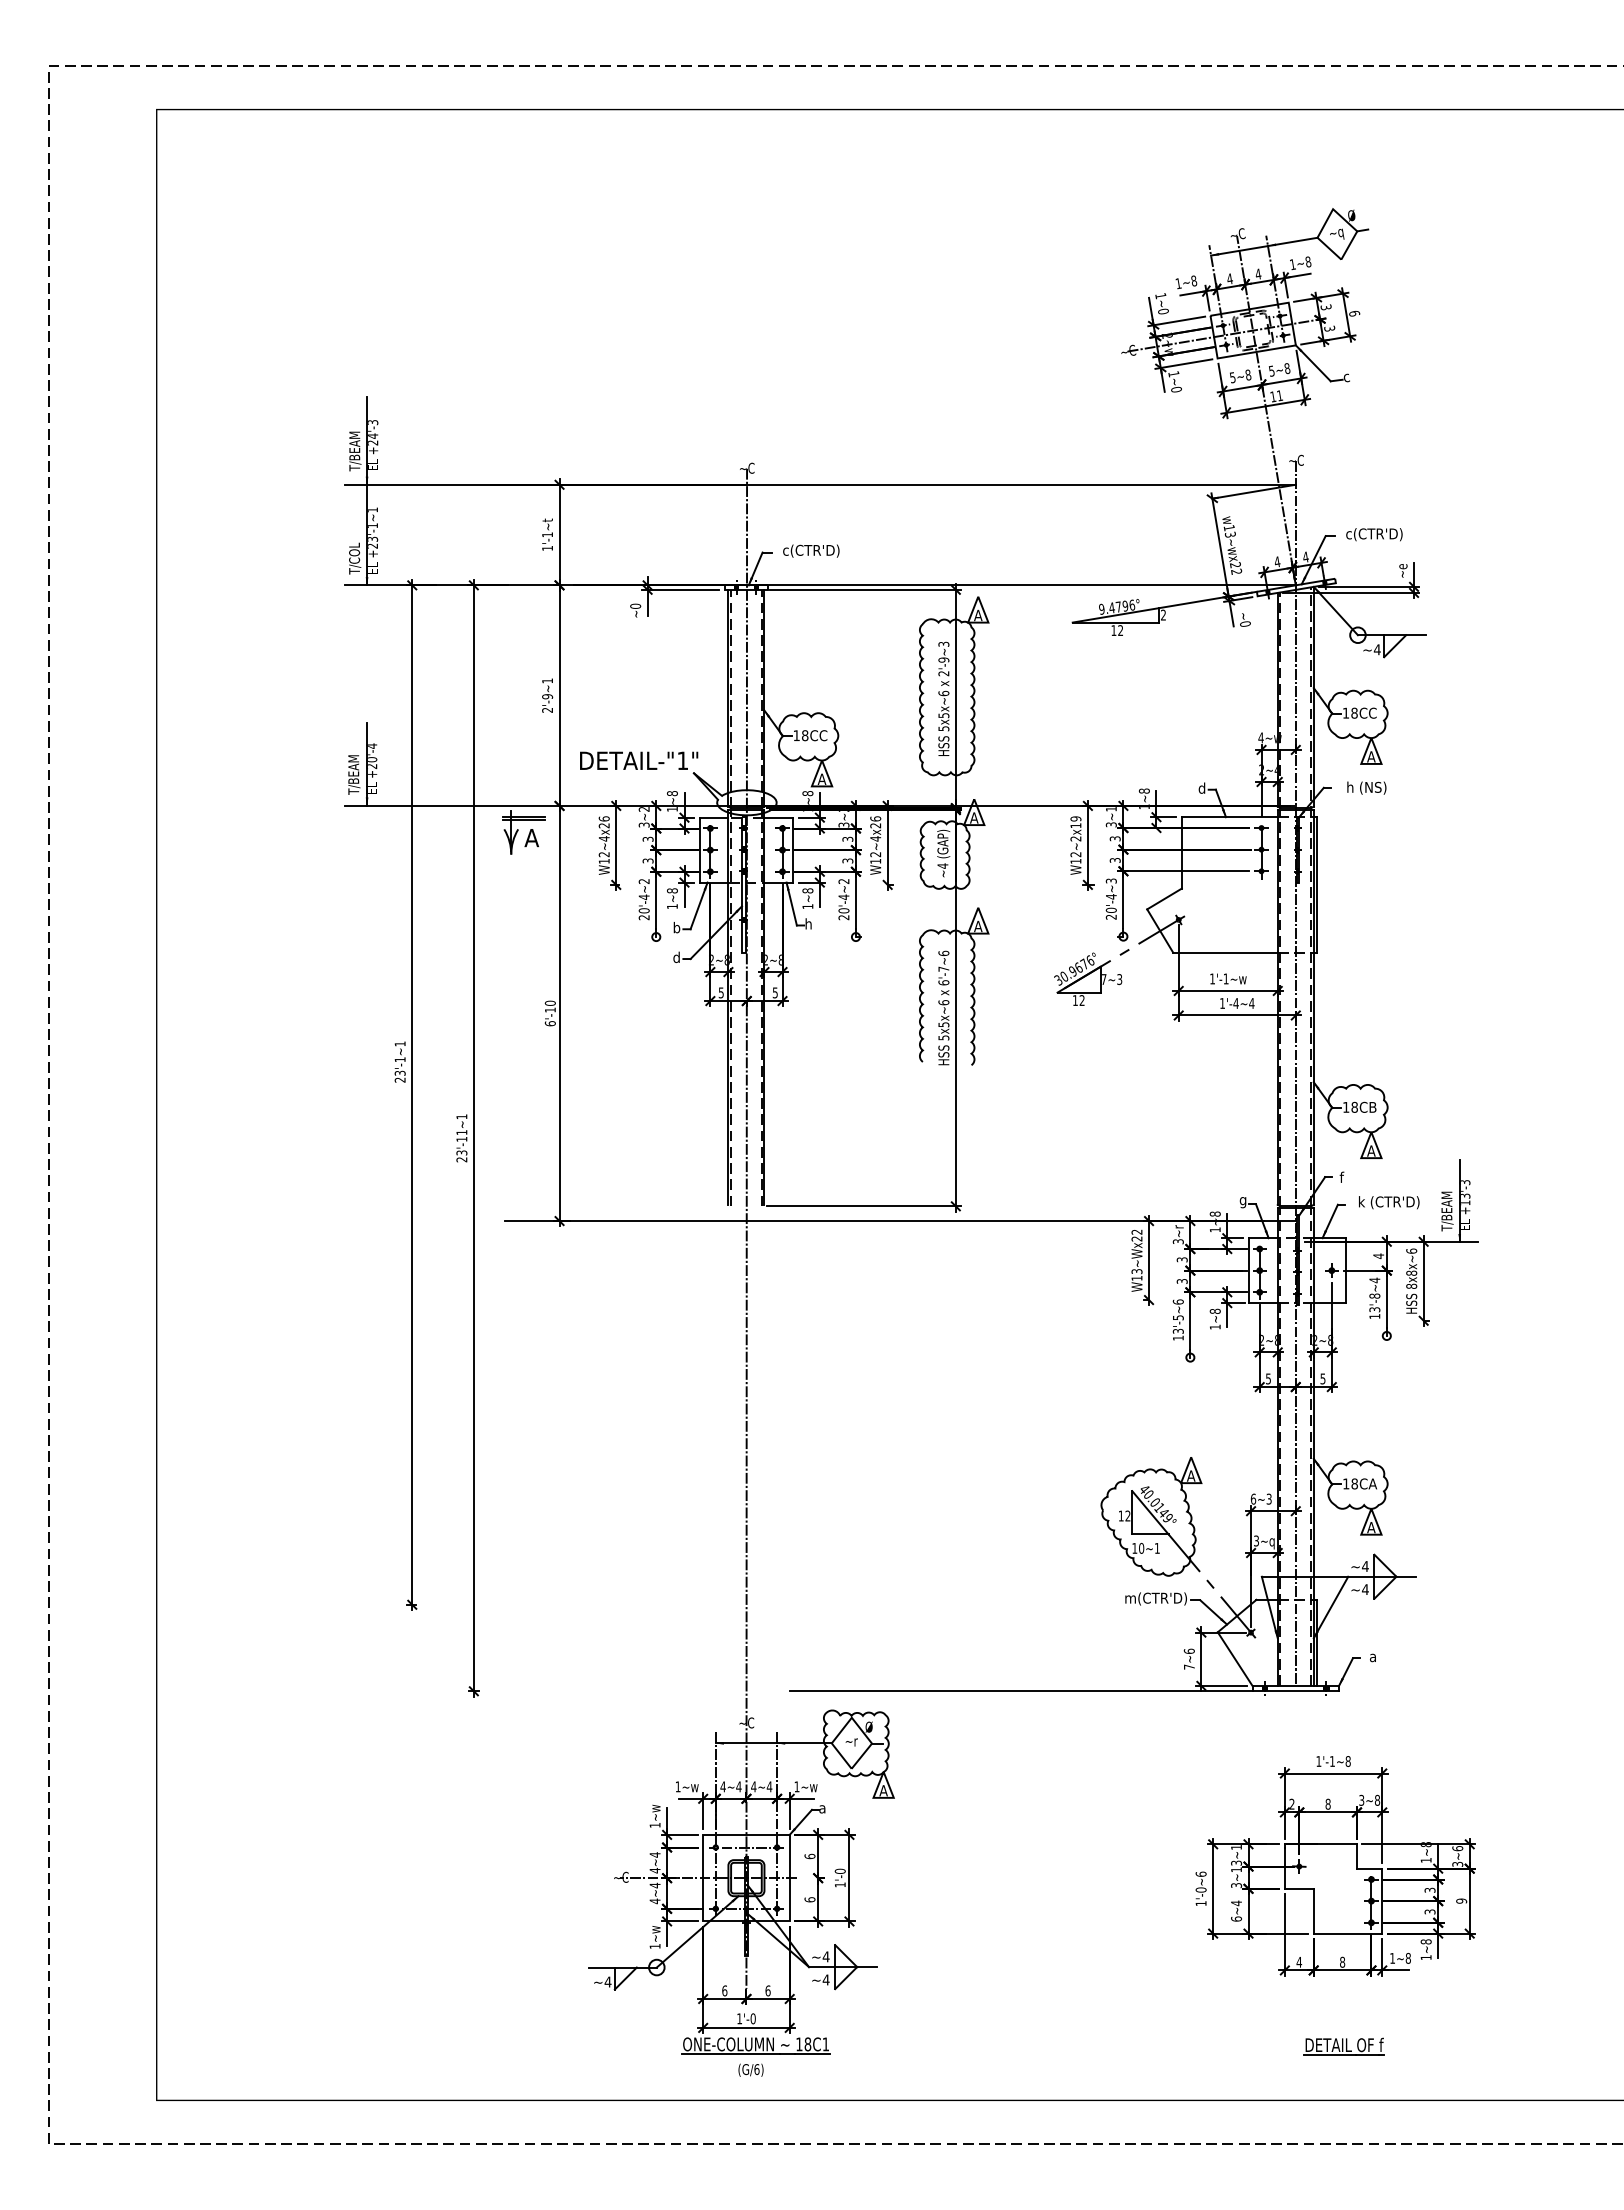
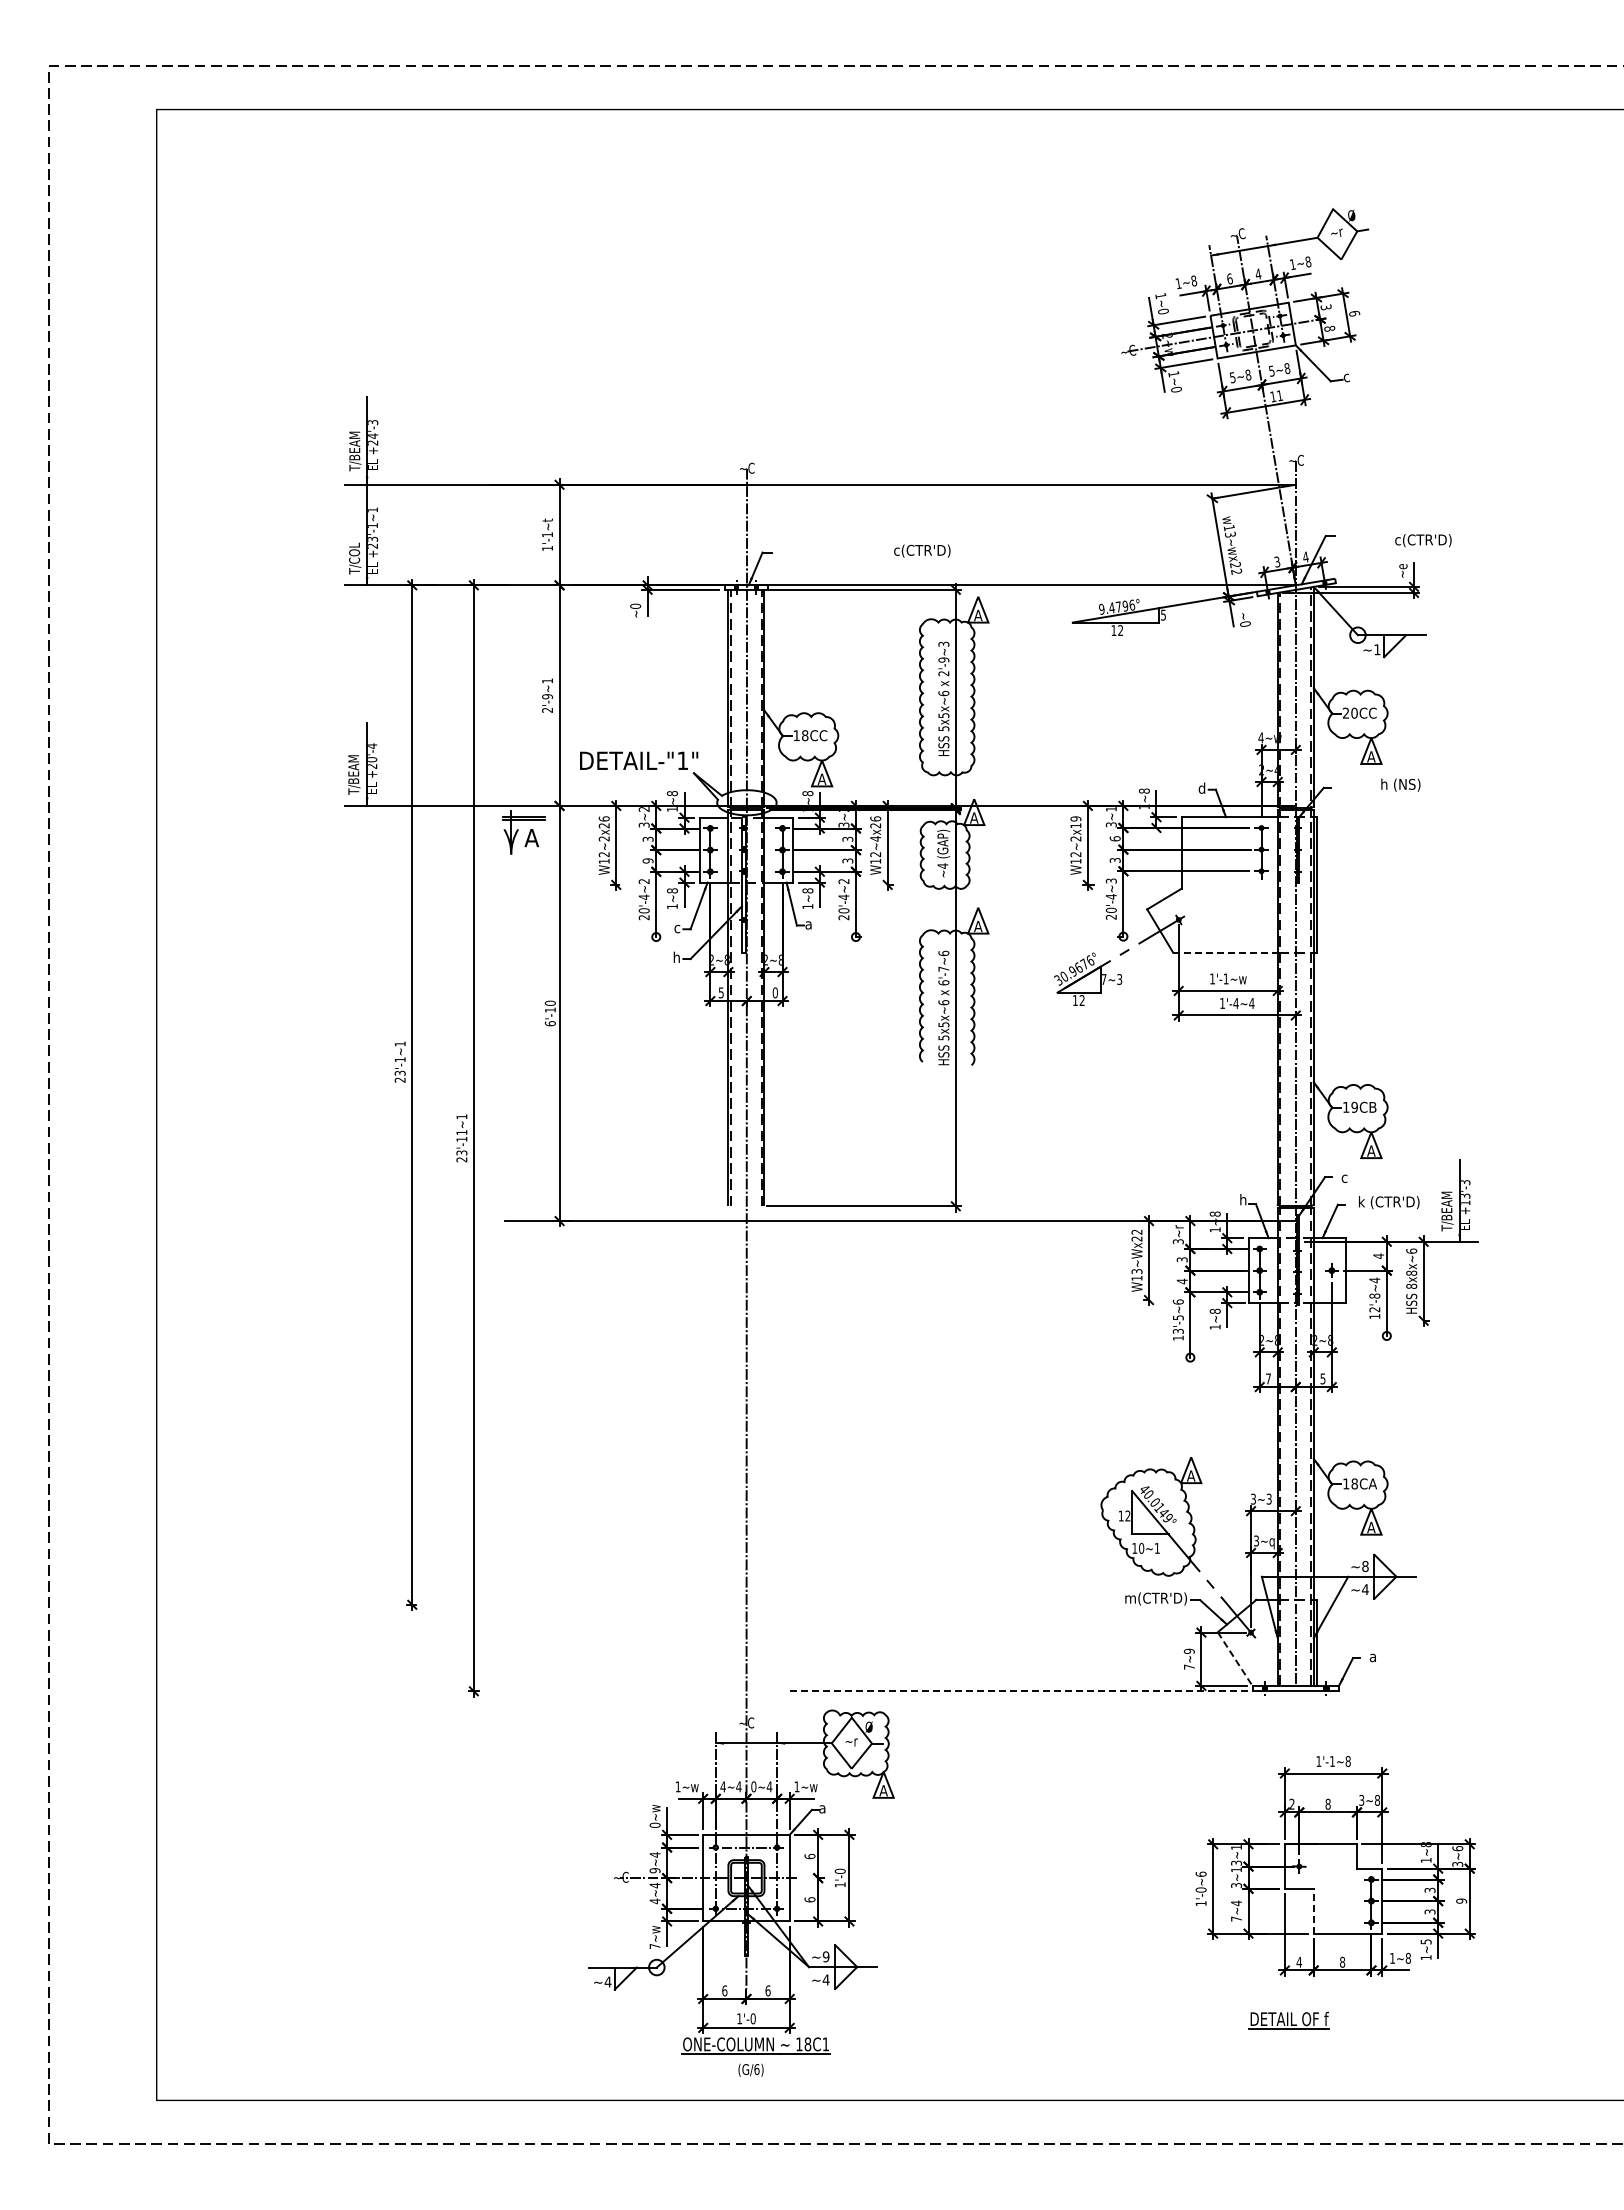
text at (1337, 233): ~q -> ~r
text at (1229, 278): 4 -> 6
text at (1329, 328): 3 -> 8
text at (1374, 534) position: (1374, 534) -> (1423, 540)
text at (811, 550) position: (811, 550) -> (922, 550)
text at (1277, 561): 4 -> 3
text at (1163, 614): 2 -> 5
text at (1376, 649): ~4 -> ~1
text at (1349, 712): 18CC -> 20CC
text at (1366, 787) position: (1366, 787) -> (1400, 784)
text at (603, 838): W12~4x26 -> W12~2x26
text at (1114, 838): 3 -> 6
text at (647, 860): 3 -> 9
text at (808, 923): h -> a
text at (676, 927): b -> c
line at (1225, 952): solid -> dashed
text at (676, 957): d -> h
text at (774, 992): 5 -> 0
text at (1354, 1107): 18CB -> 19CB
text at (1343, 1177): f -> c
text at (1242, 1201): g -> h
text at (1181, 1281): 3 -> 4
text at (1375, 1309): 13'-8~4 -> 12'-8~4
text at (1268, 1378): 5 -> 7
text at (1253, 1498): 6~3 -> 3~3
text at (1365, 1566): ~4 -> ~8
text at (1188, 1650): 7~6 -> 7~9
line at (1235, 1659): solid -> dashed
line at (1021, 1691): solid -> dashed
text at (753, 1786): 4~4 -> 0~4
text at (654, 1824): 1~w -> 0~w
text at (654, 1870): 4~4 -> 9~4
line at (1313, 1910): solid -> dashed
text at (1236, 1918): 6~4 -> 7~4
text at (1425, 1941): 1~8 -> 1~5
text at (654, 1946): 1~w -> 7~w
text at (825, 1956): ~4 -> ~9
part at (1343, 2046) position: (1343, 2046) -> (1288, 2020)
